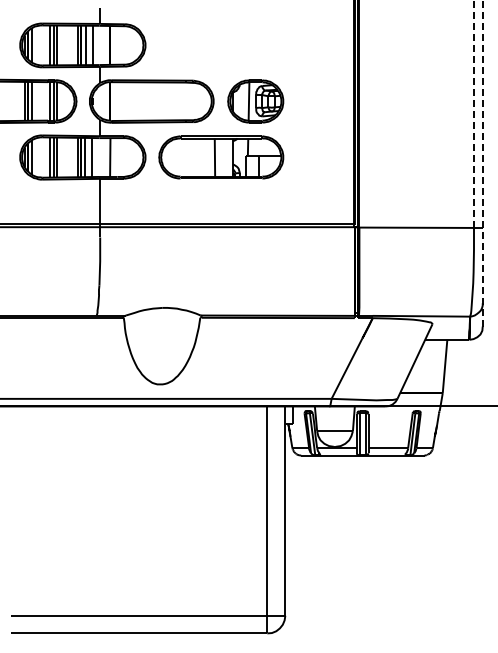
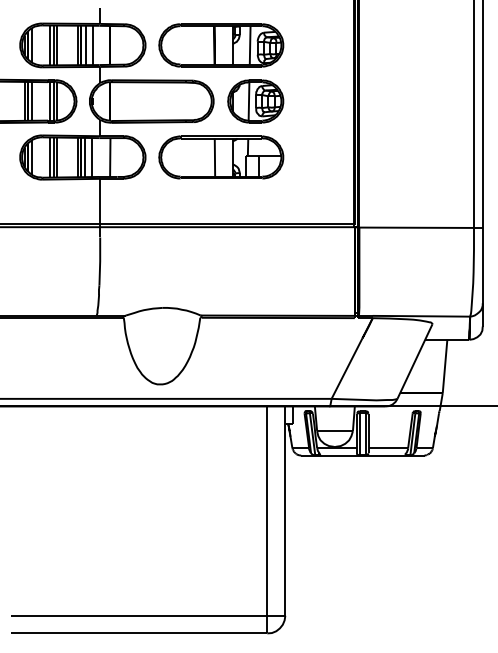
part at (221, 45): none -> present
line at (473, 114): dashed -> solid
line at (482, 163): dashed -> solid
